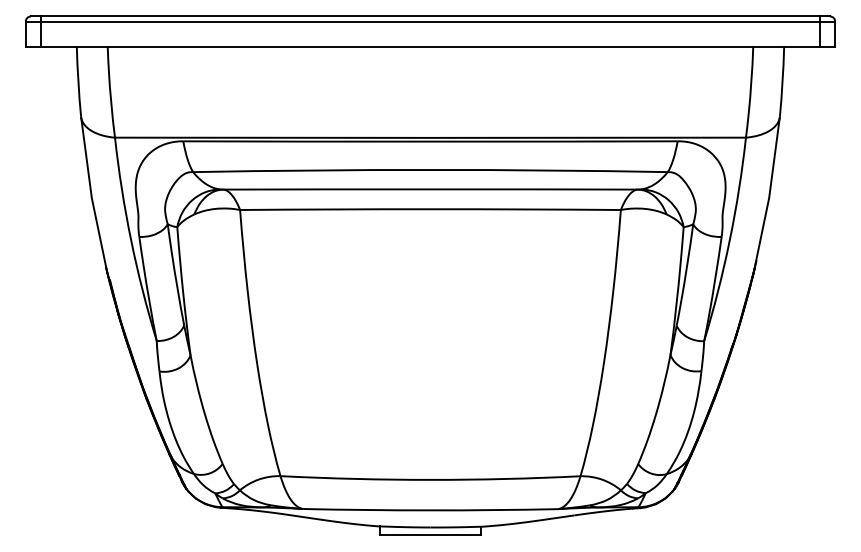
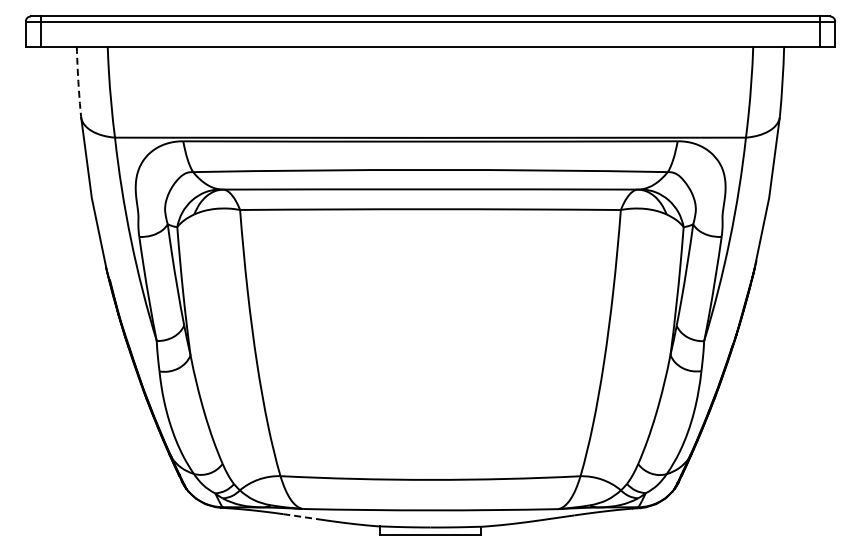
arc at (78, 81): solid -> dashed
line at (302, 516): solid -> dashed
